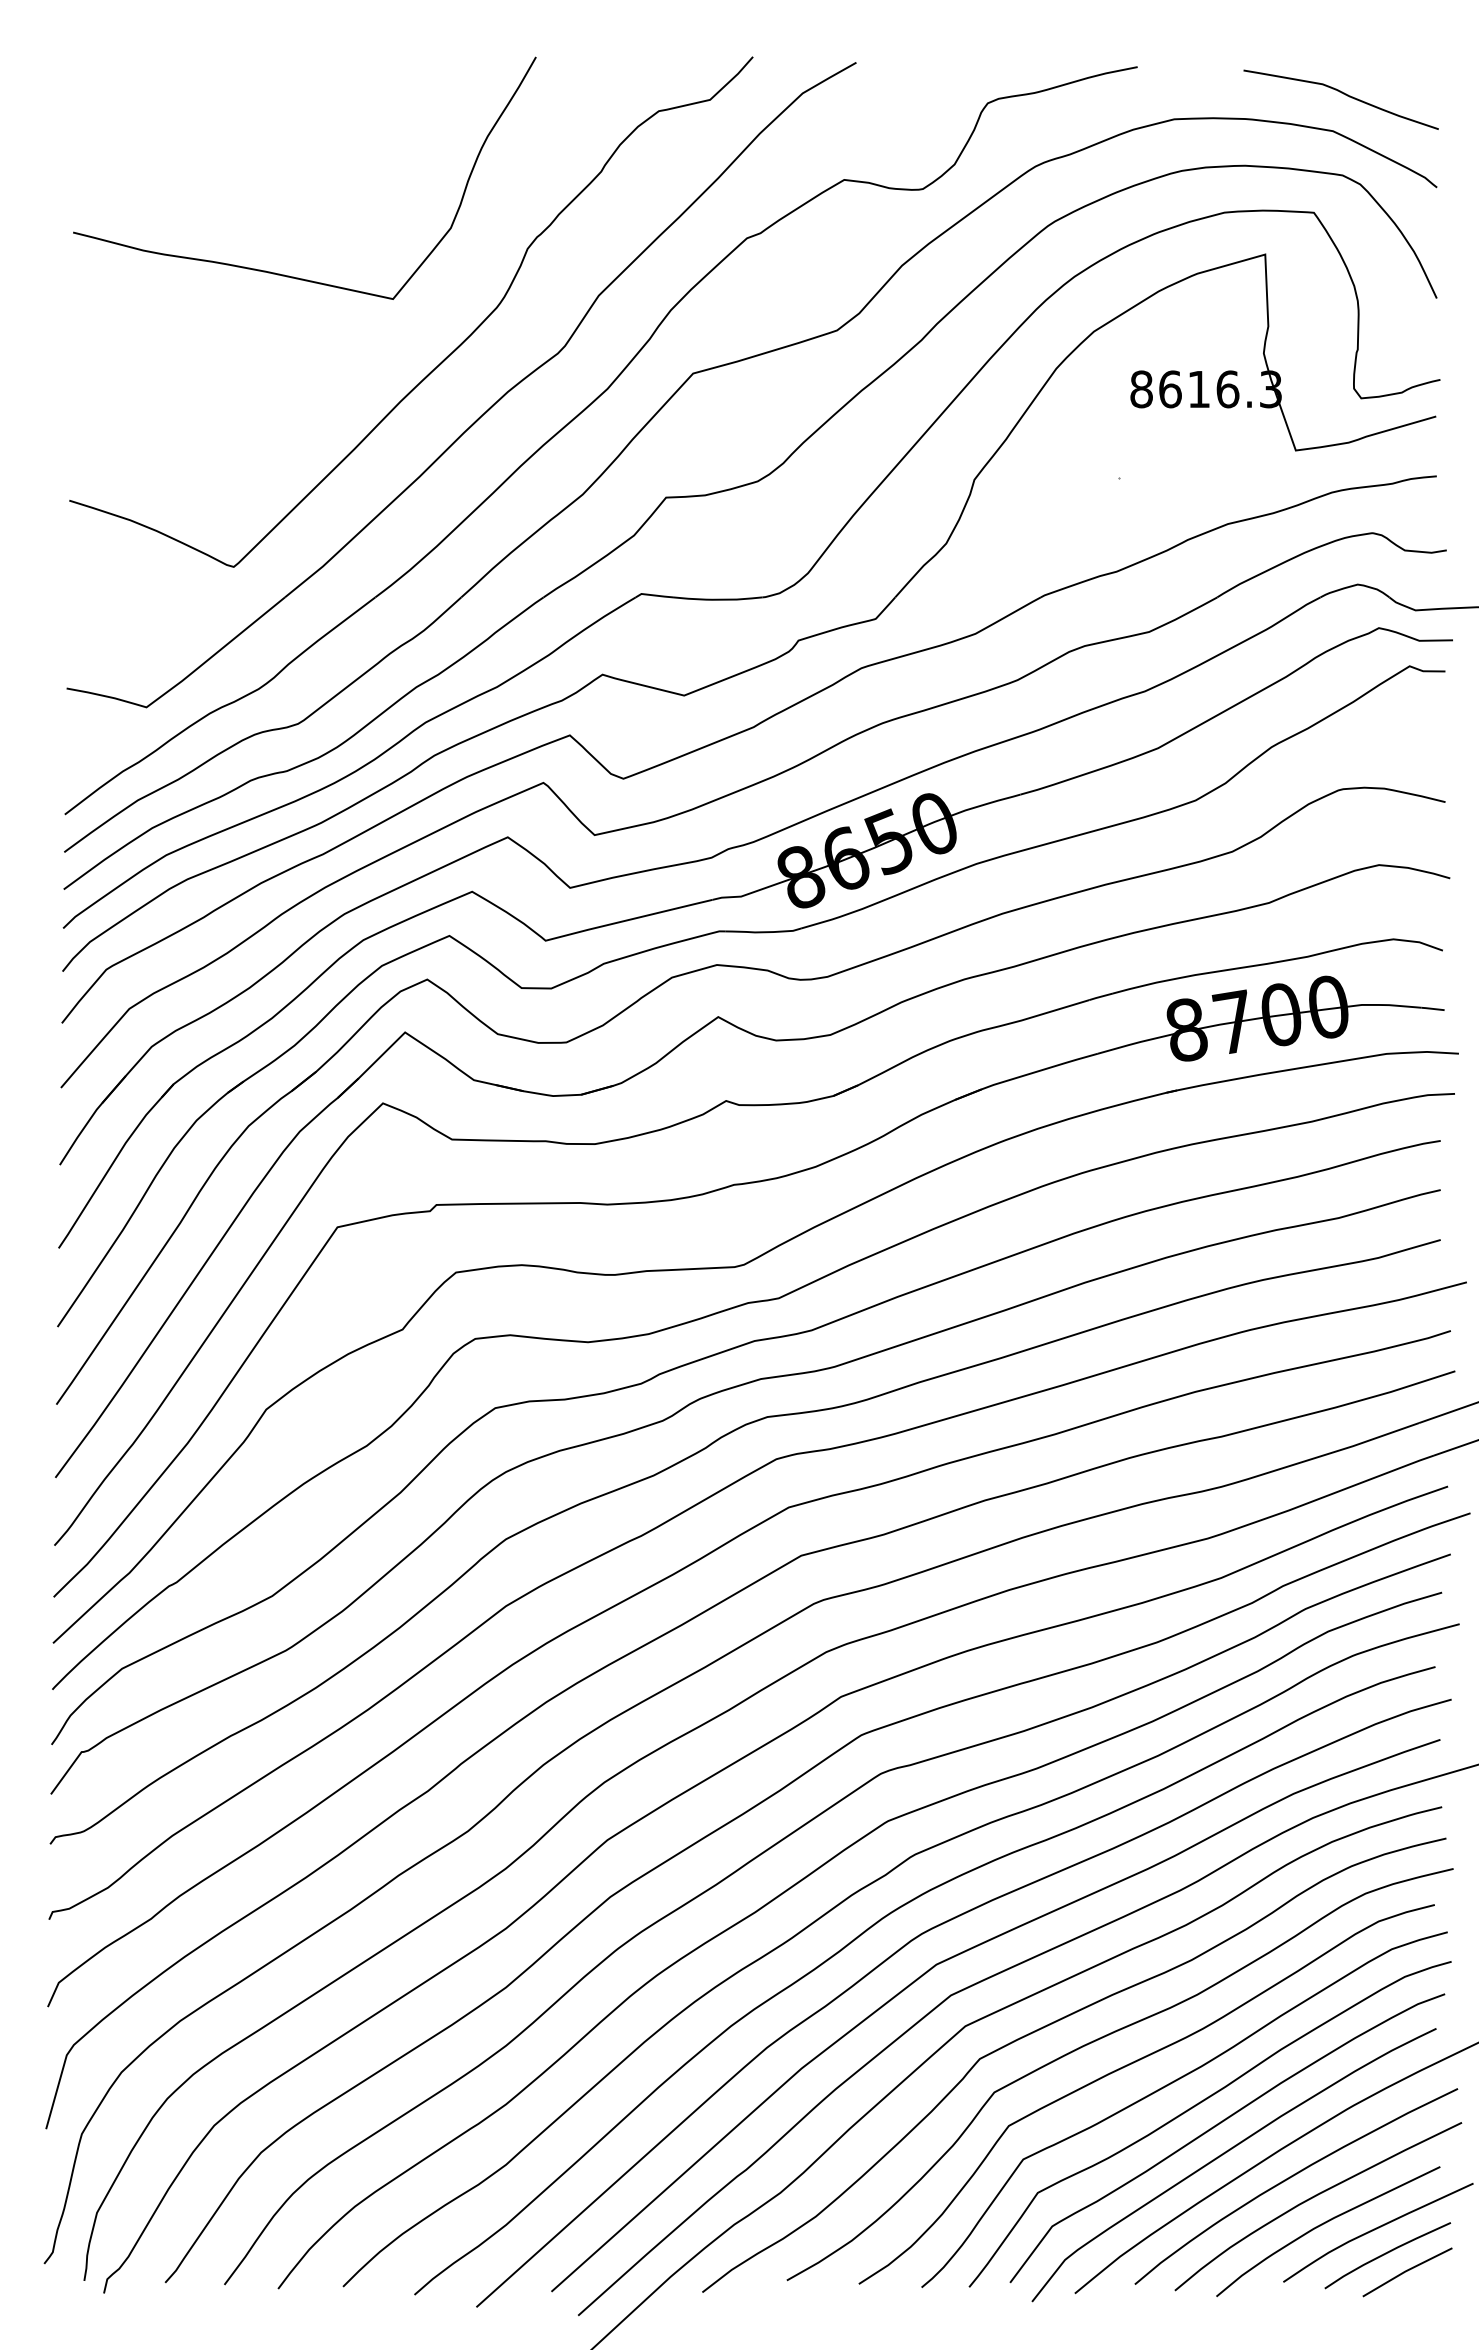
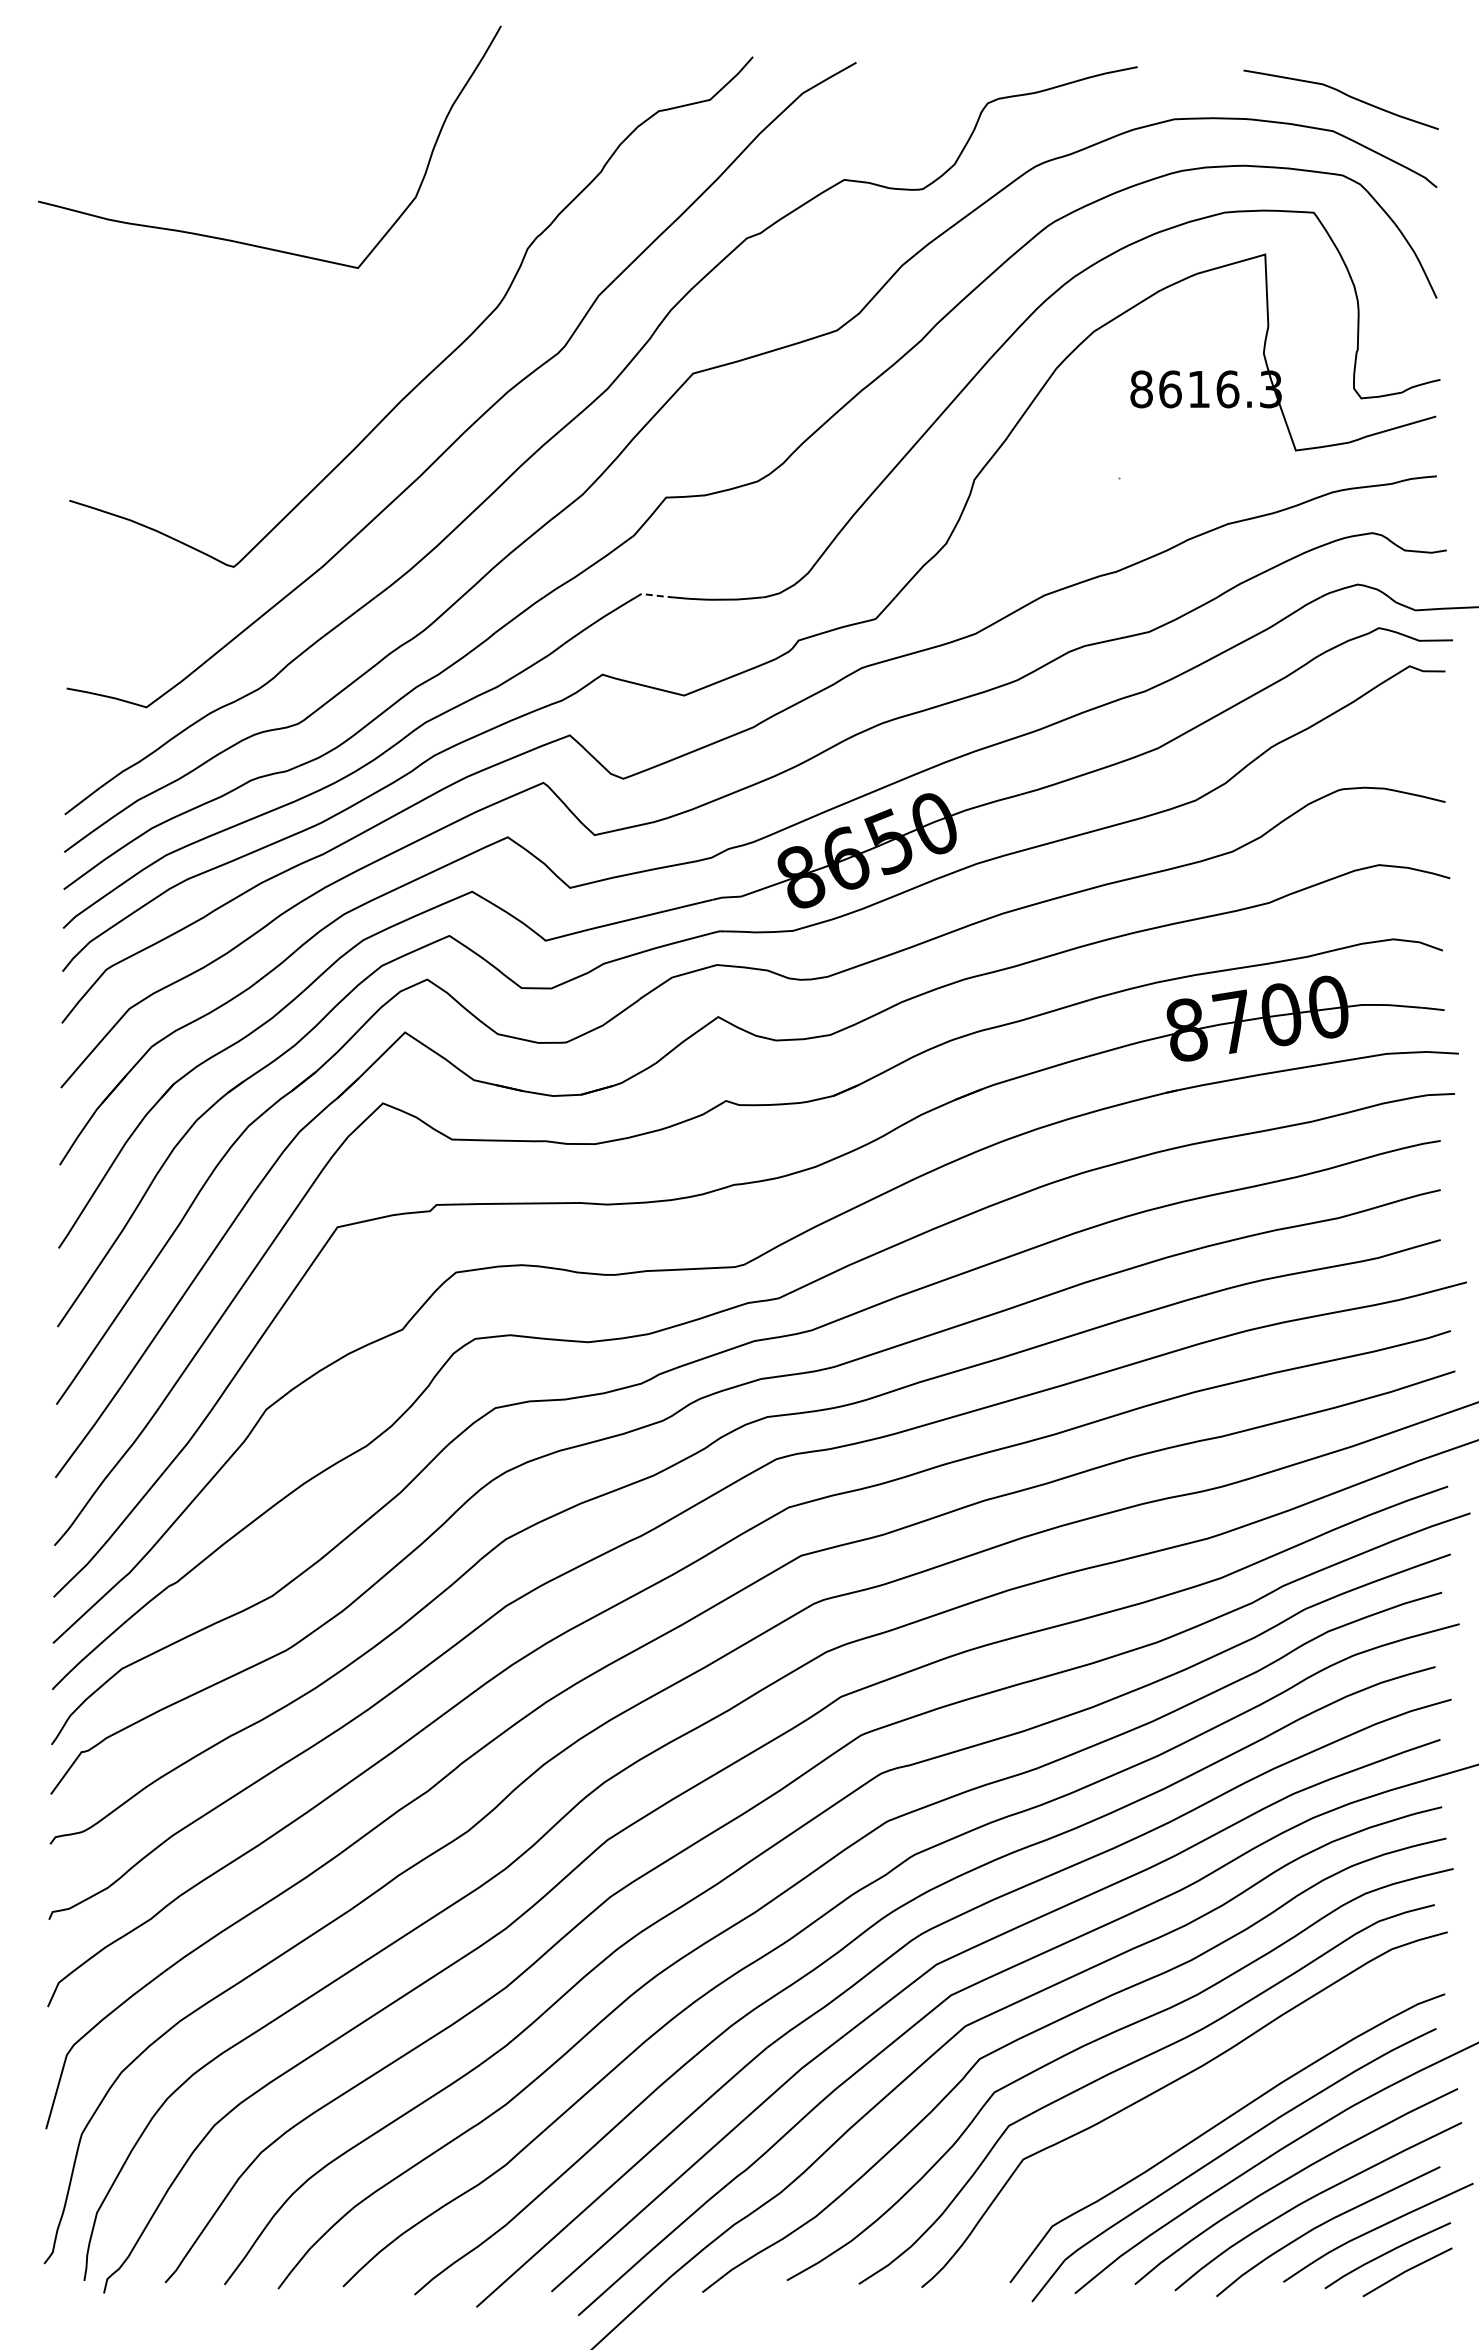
curve at (284, 274) position: (284, 274) -> (249, 243)
line at (654, 595): solid -> dashed
curve at (1196, 2106): present -> none
